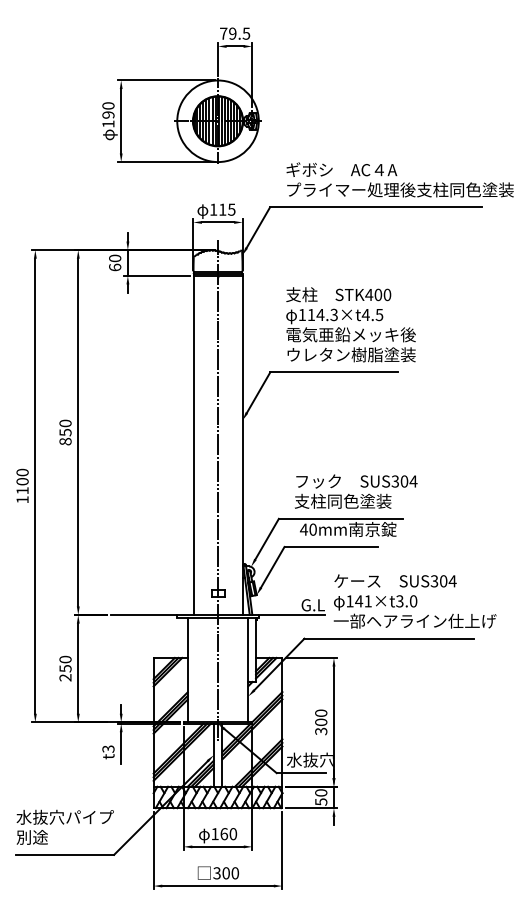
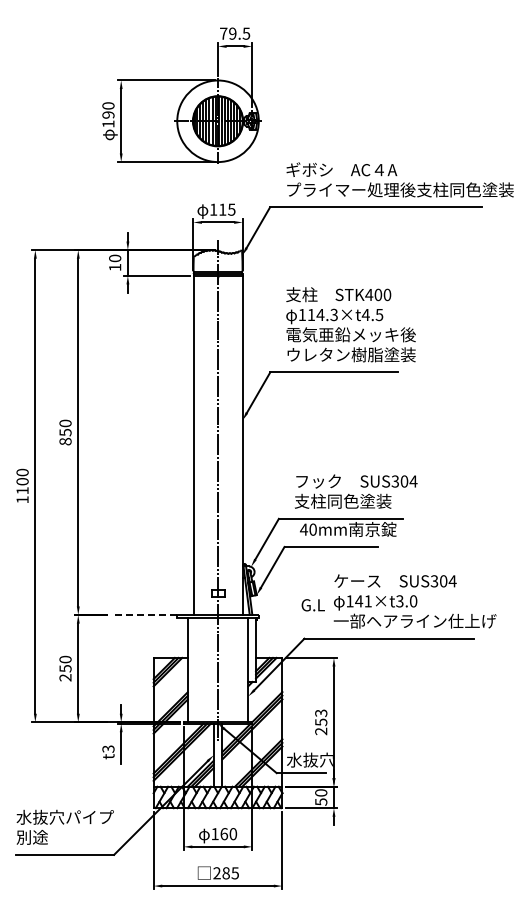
text at (115, 267): 60 -> 10
line at (143, 615): solid -> dashed
line at (291, 615): present -> none
text at (321, 722): 300 -> 253
text at (226, 873): 300 -> 285
